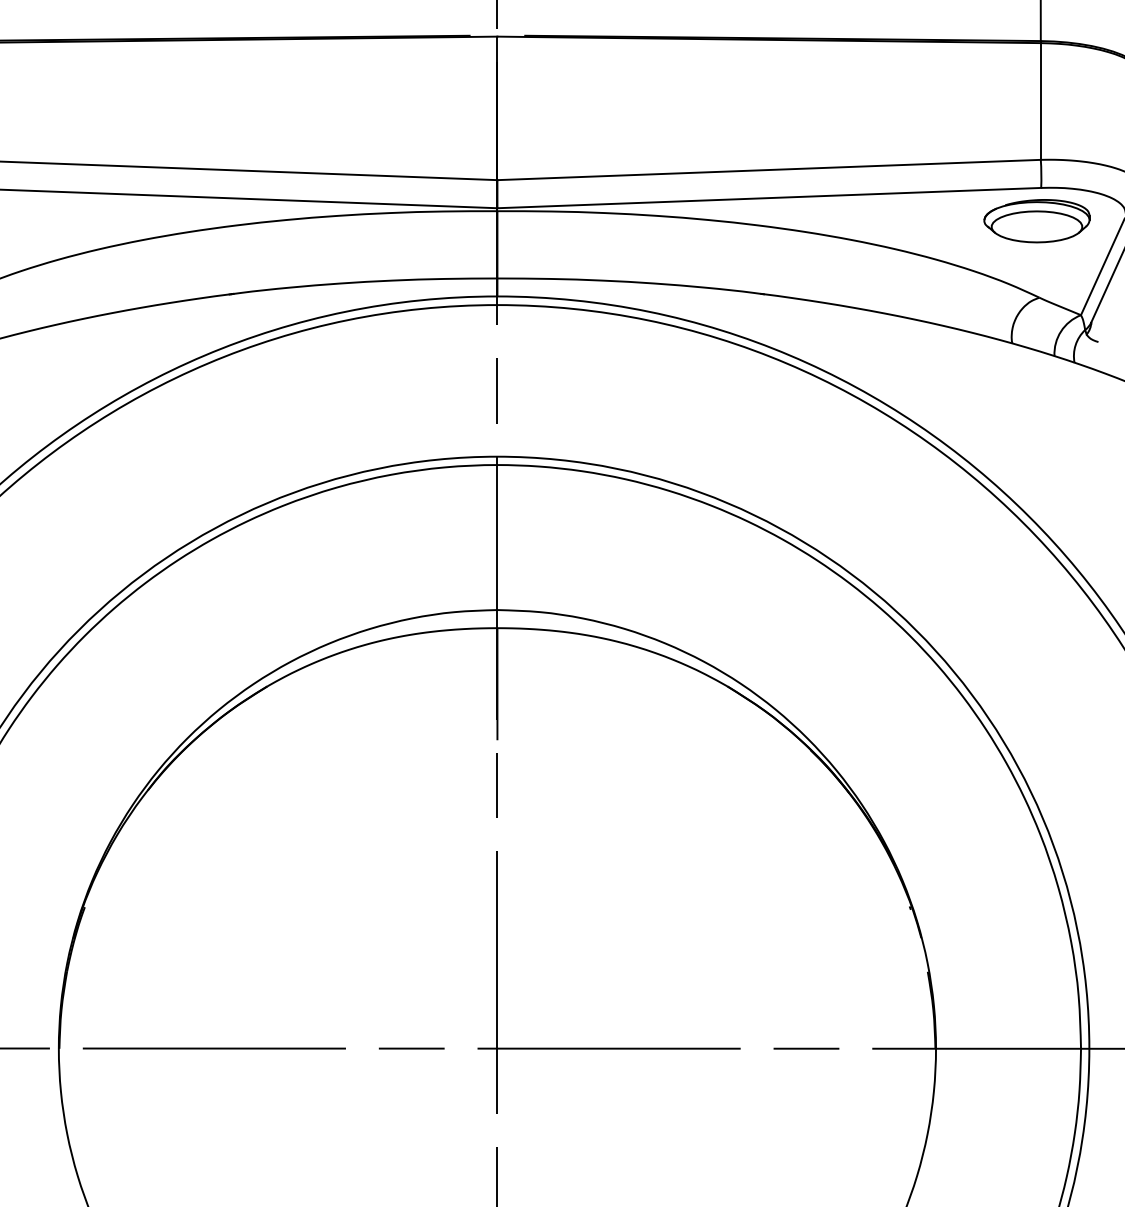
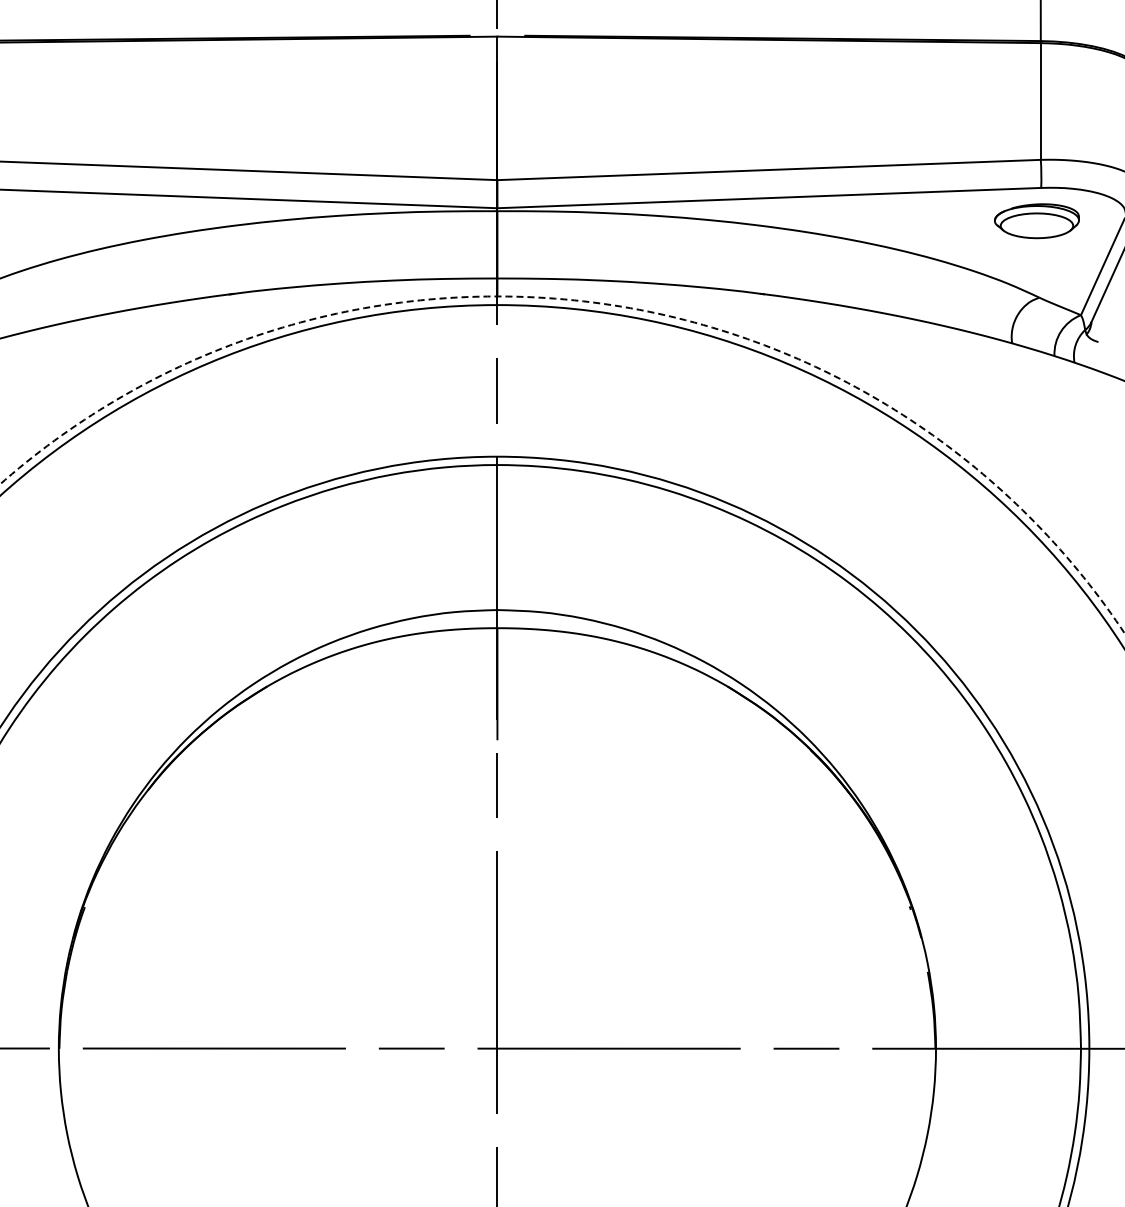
part at (1036, 221) size: 108x45 px -> 86x37 px
circle at (562, 464): solid -> dashed
